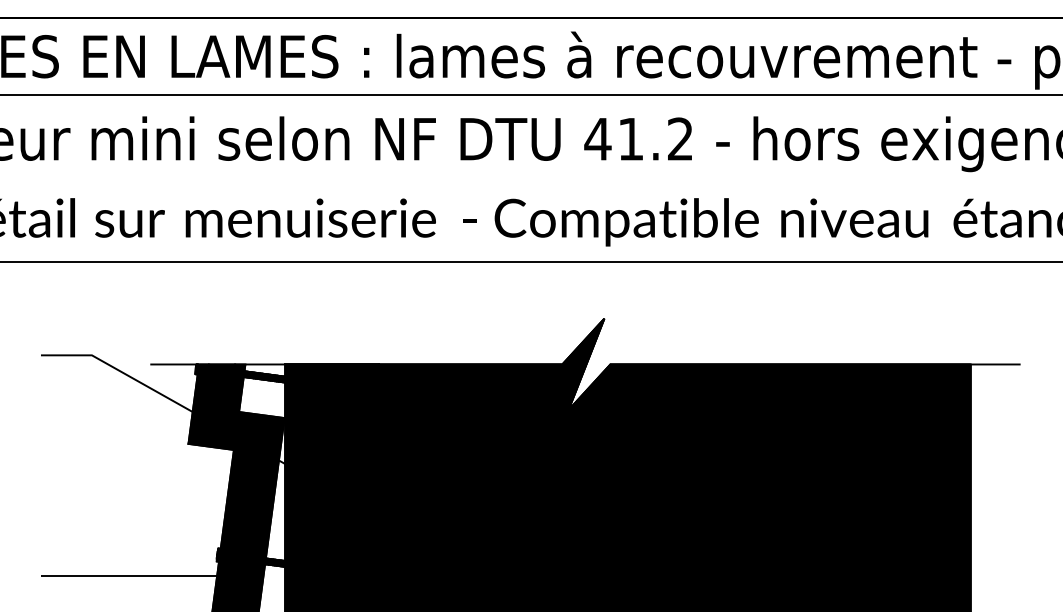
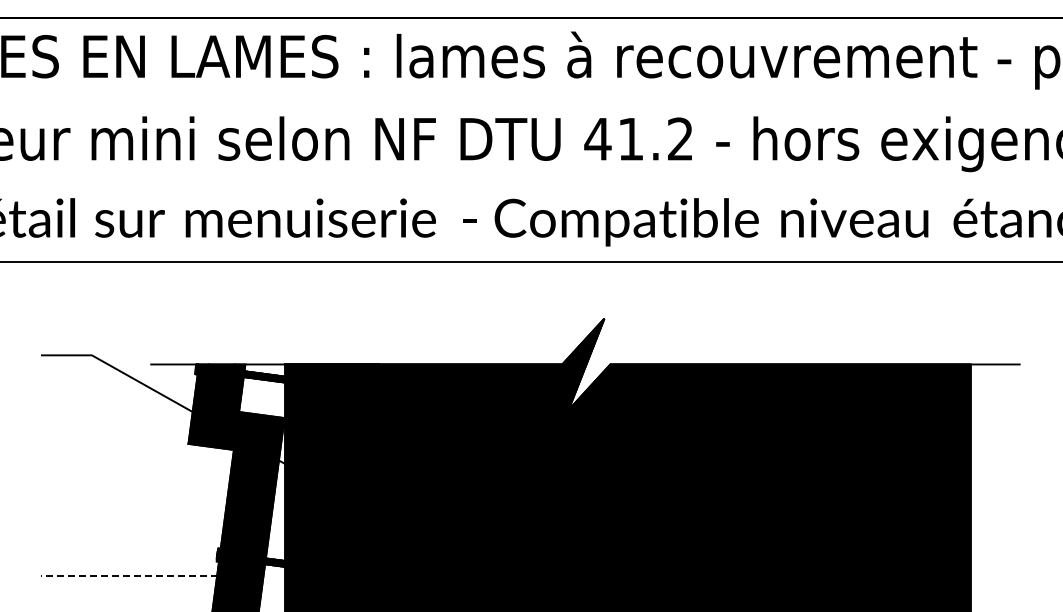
line at (530, 94): present -> none
line at (139, 575): solid -> dashed
